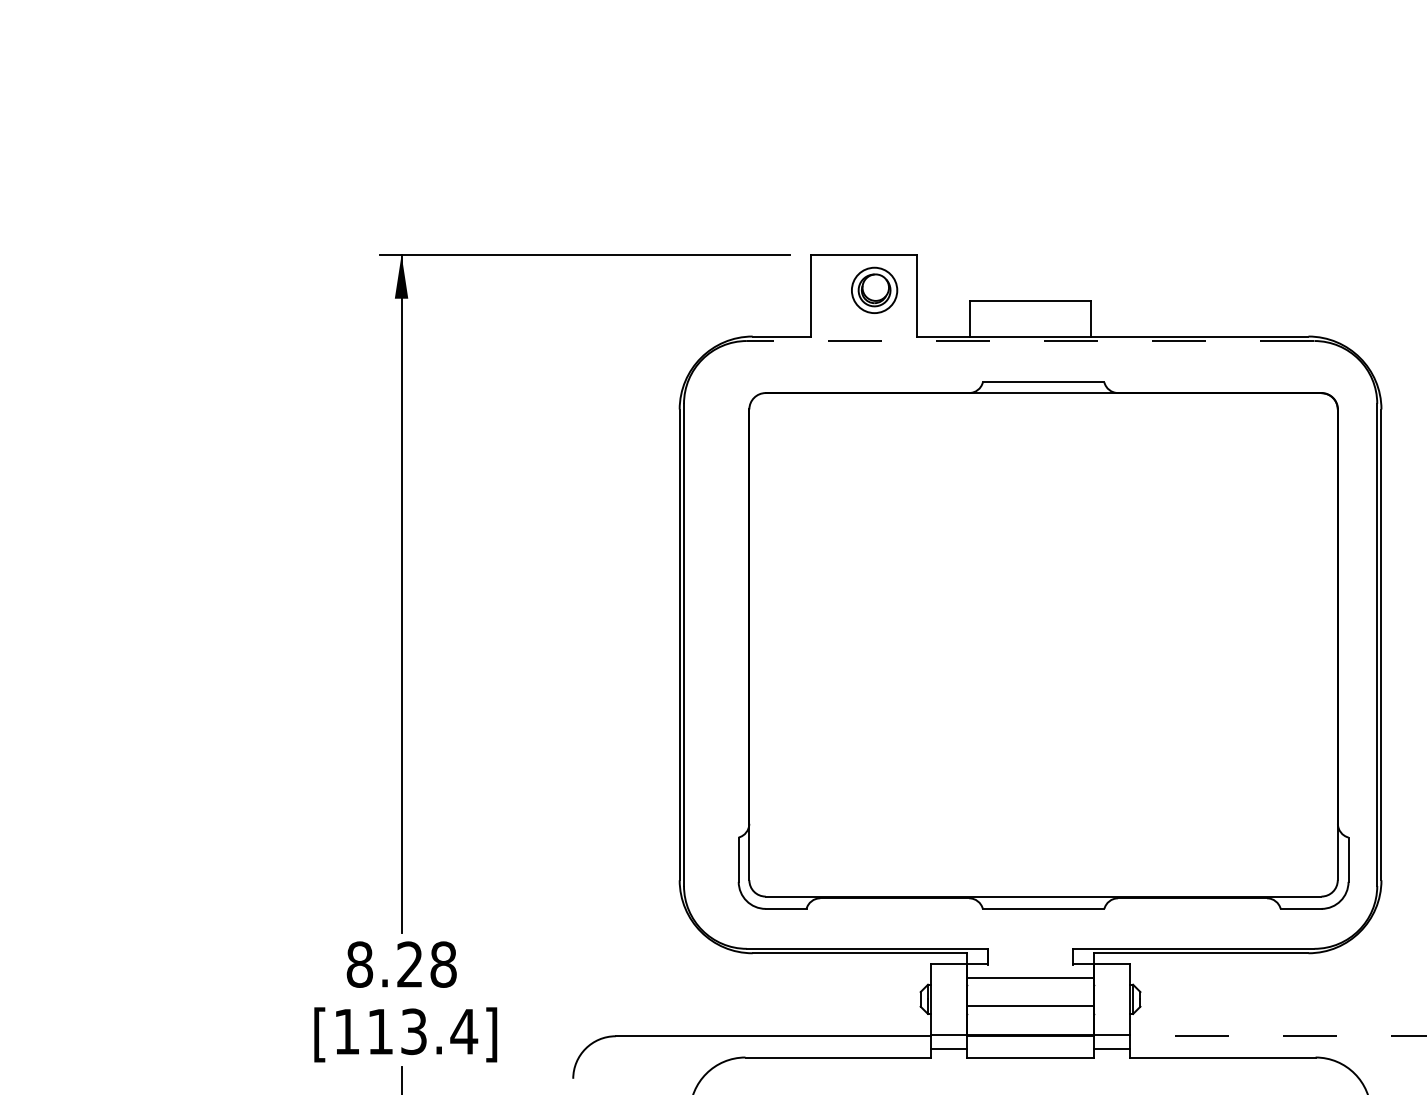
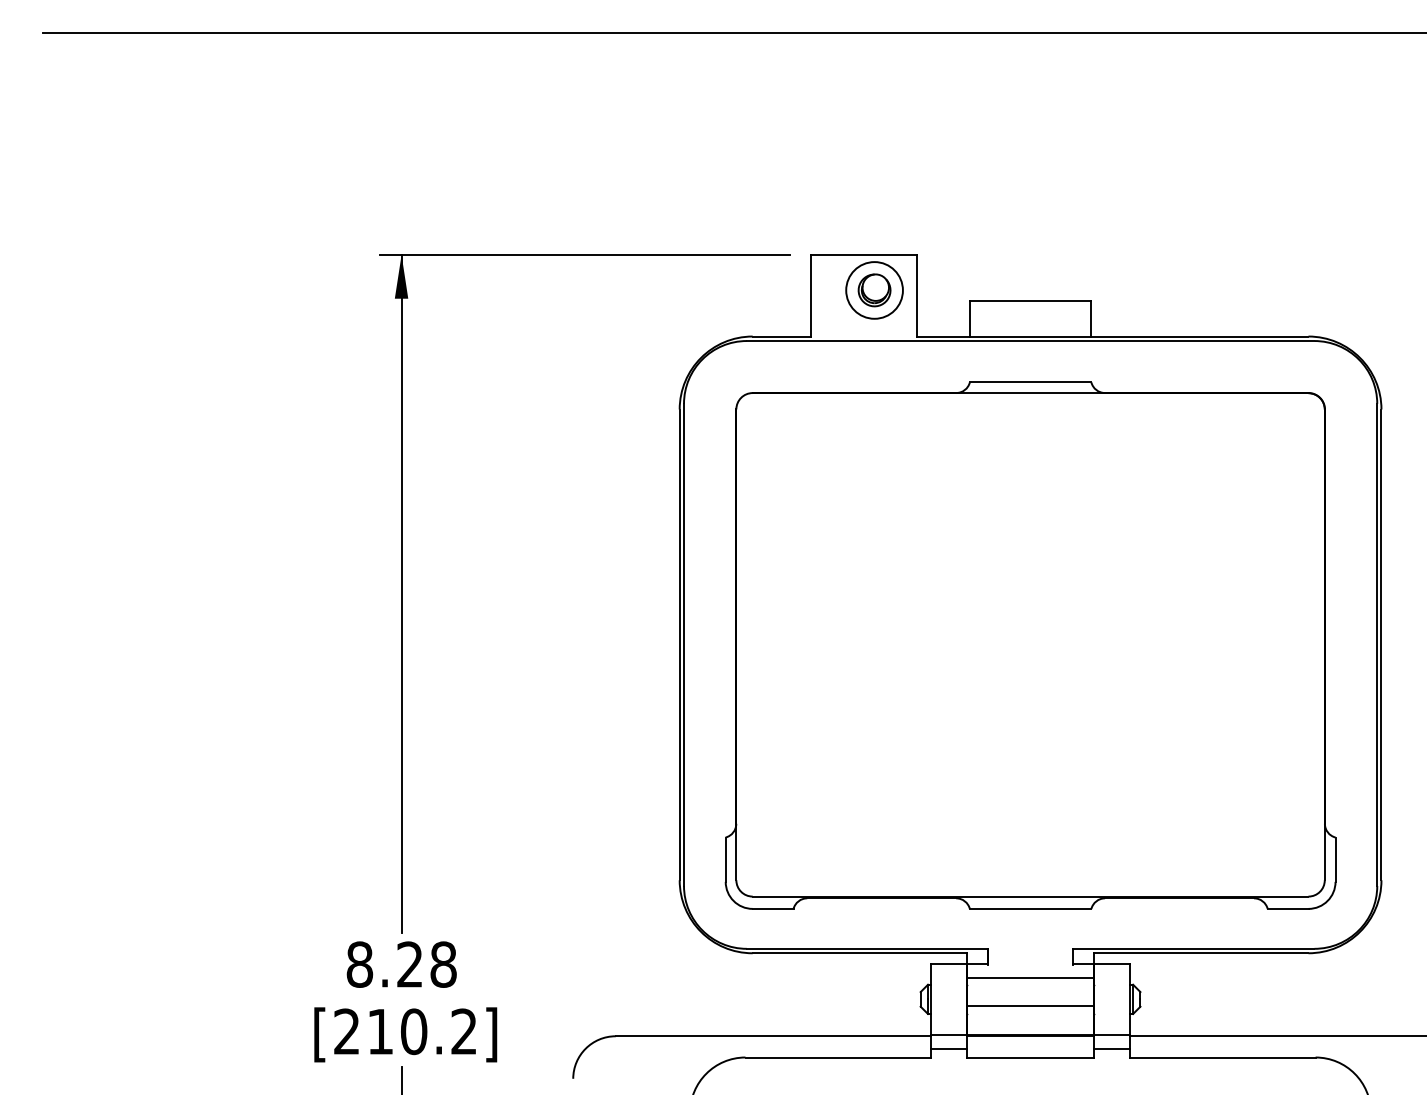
line at (732, 33): none -> present
circle at (874, 290) diameter: 45 px -> 57 px
line at (1030, 341): dashed -> solid
part at (1043, 645) position: (1043, 645) -> (1030, 645)
text at (406, 1031): [113.4] -> [210.2]
line at (1277, 1036): dashed -> solid
